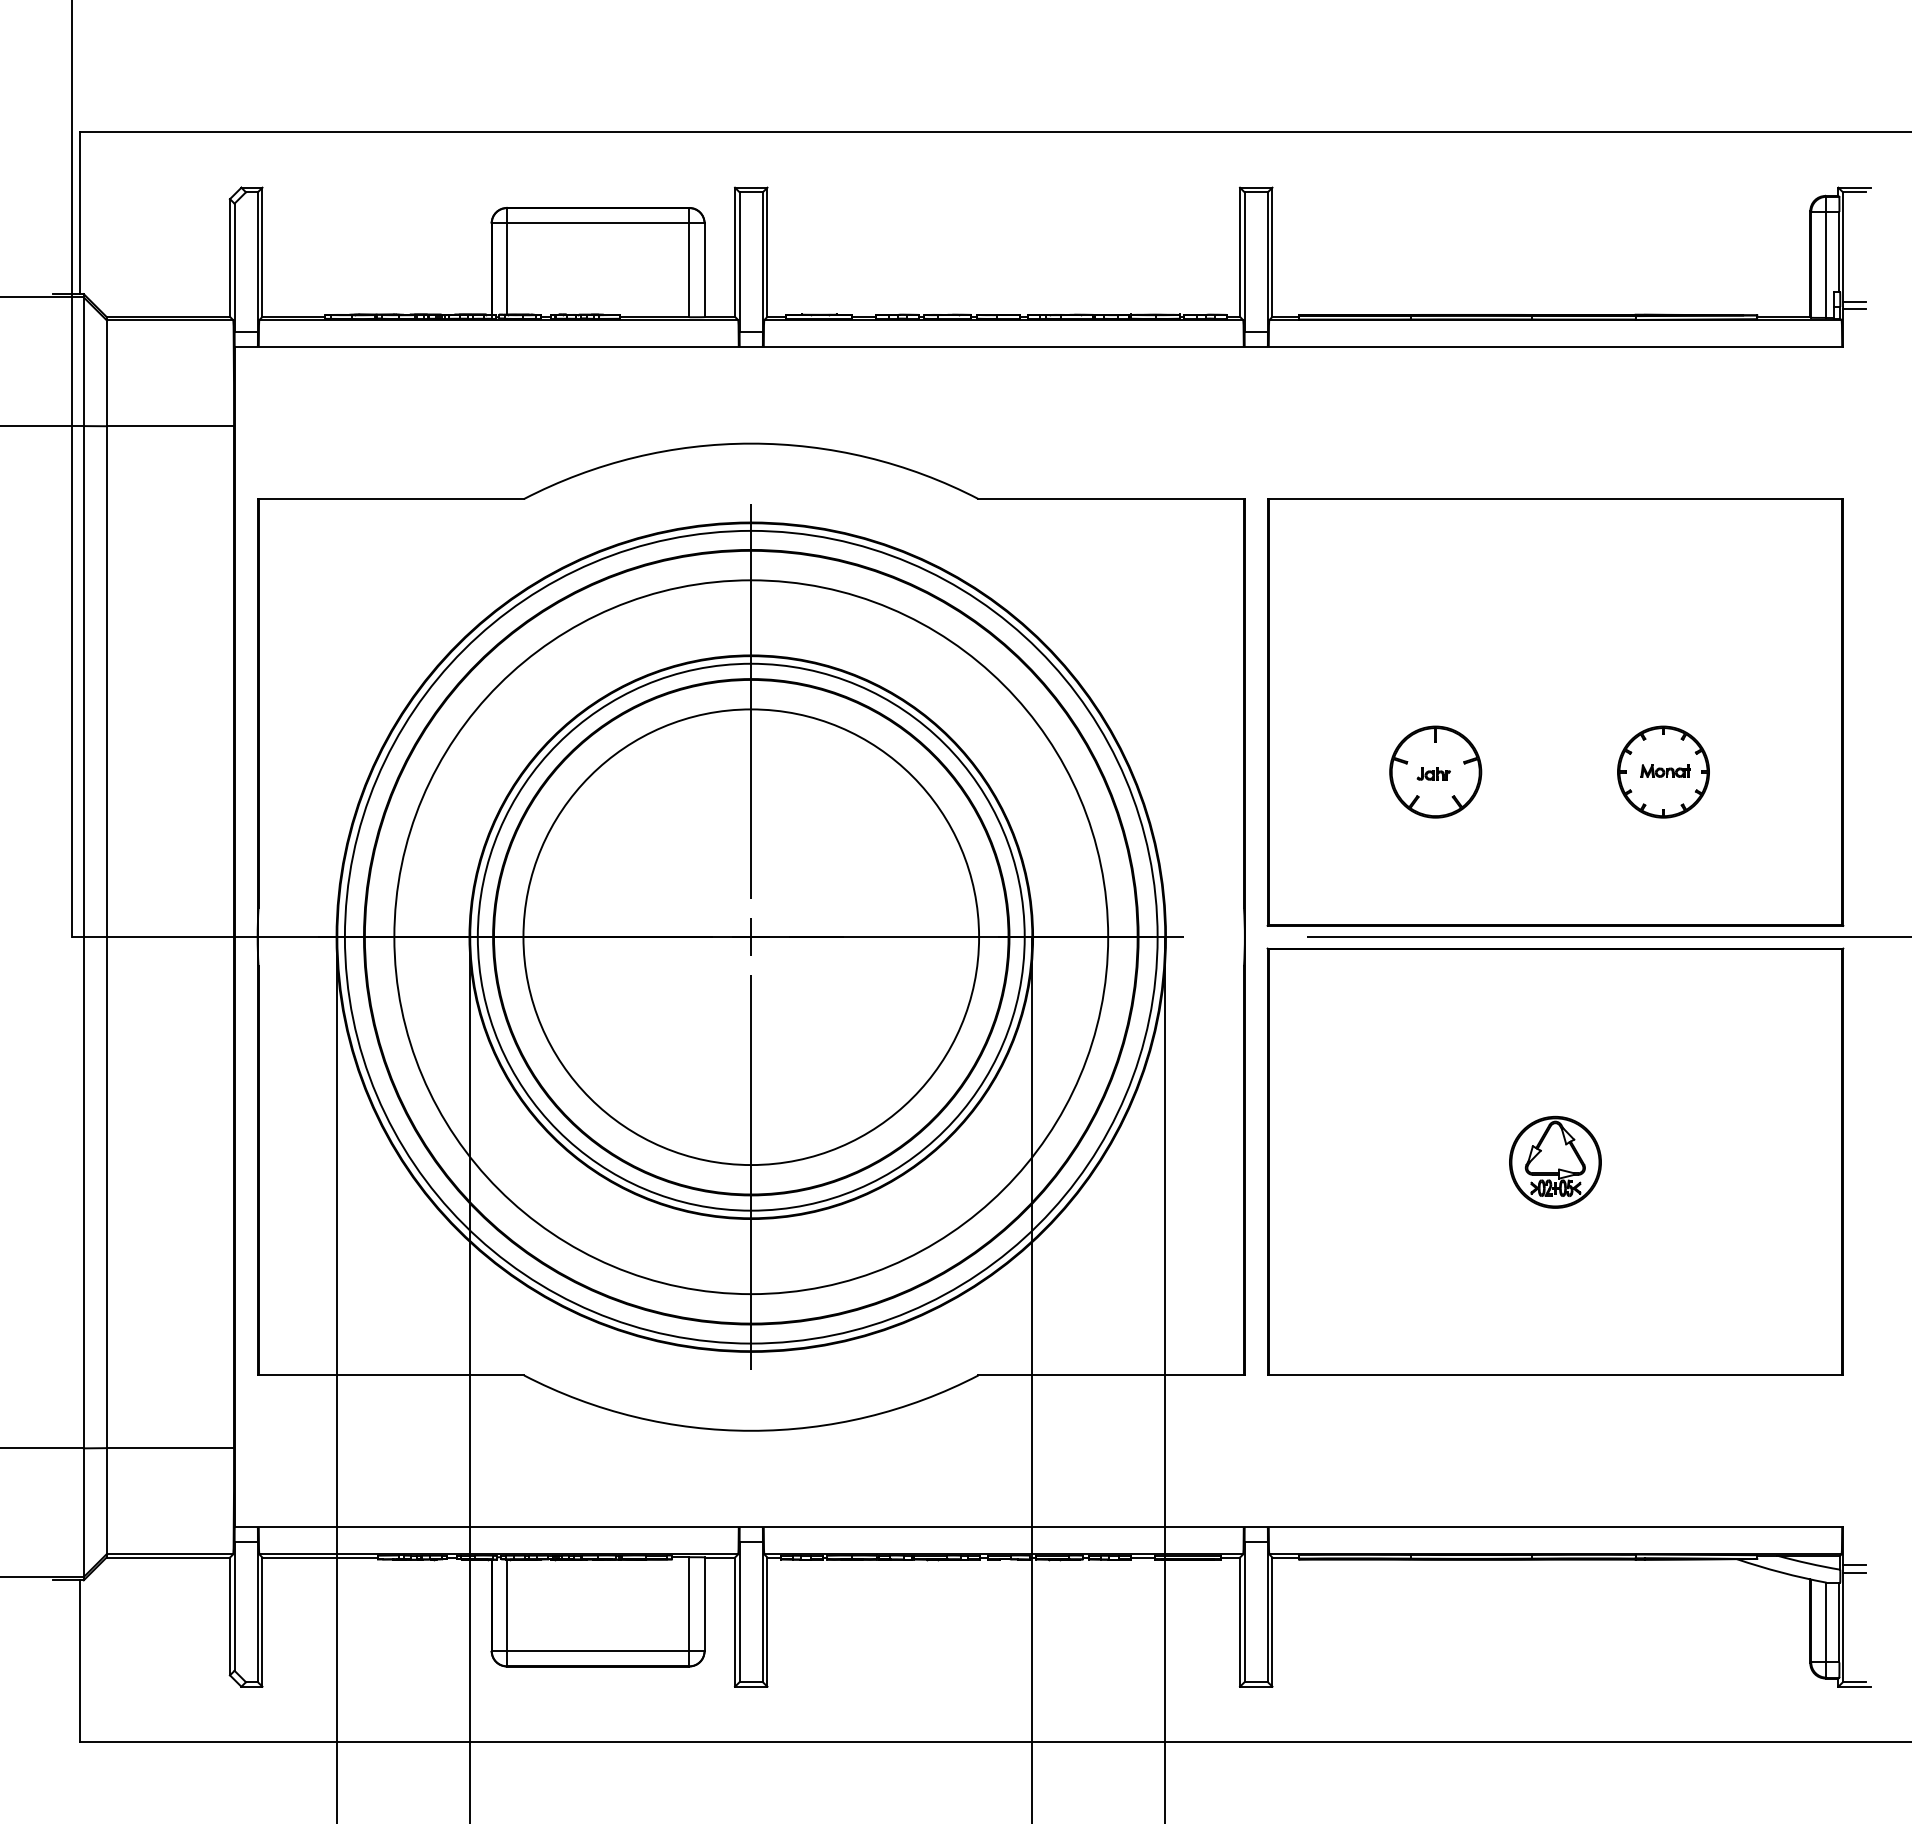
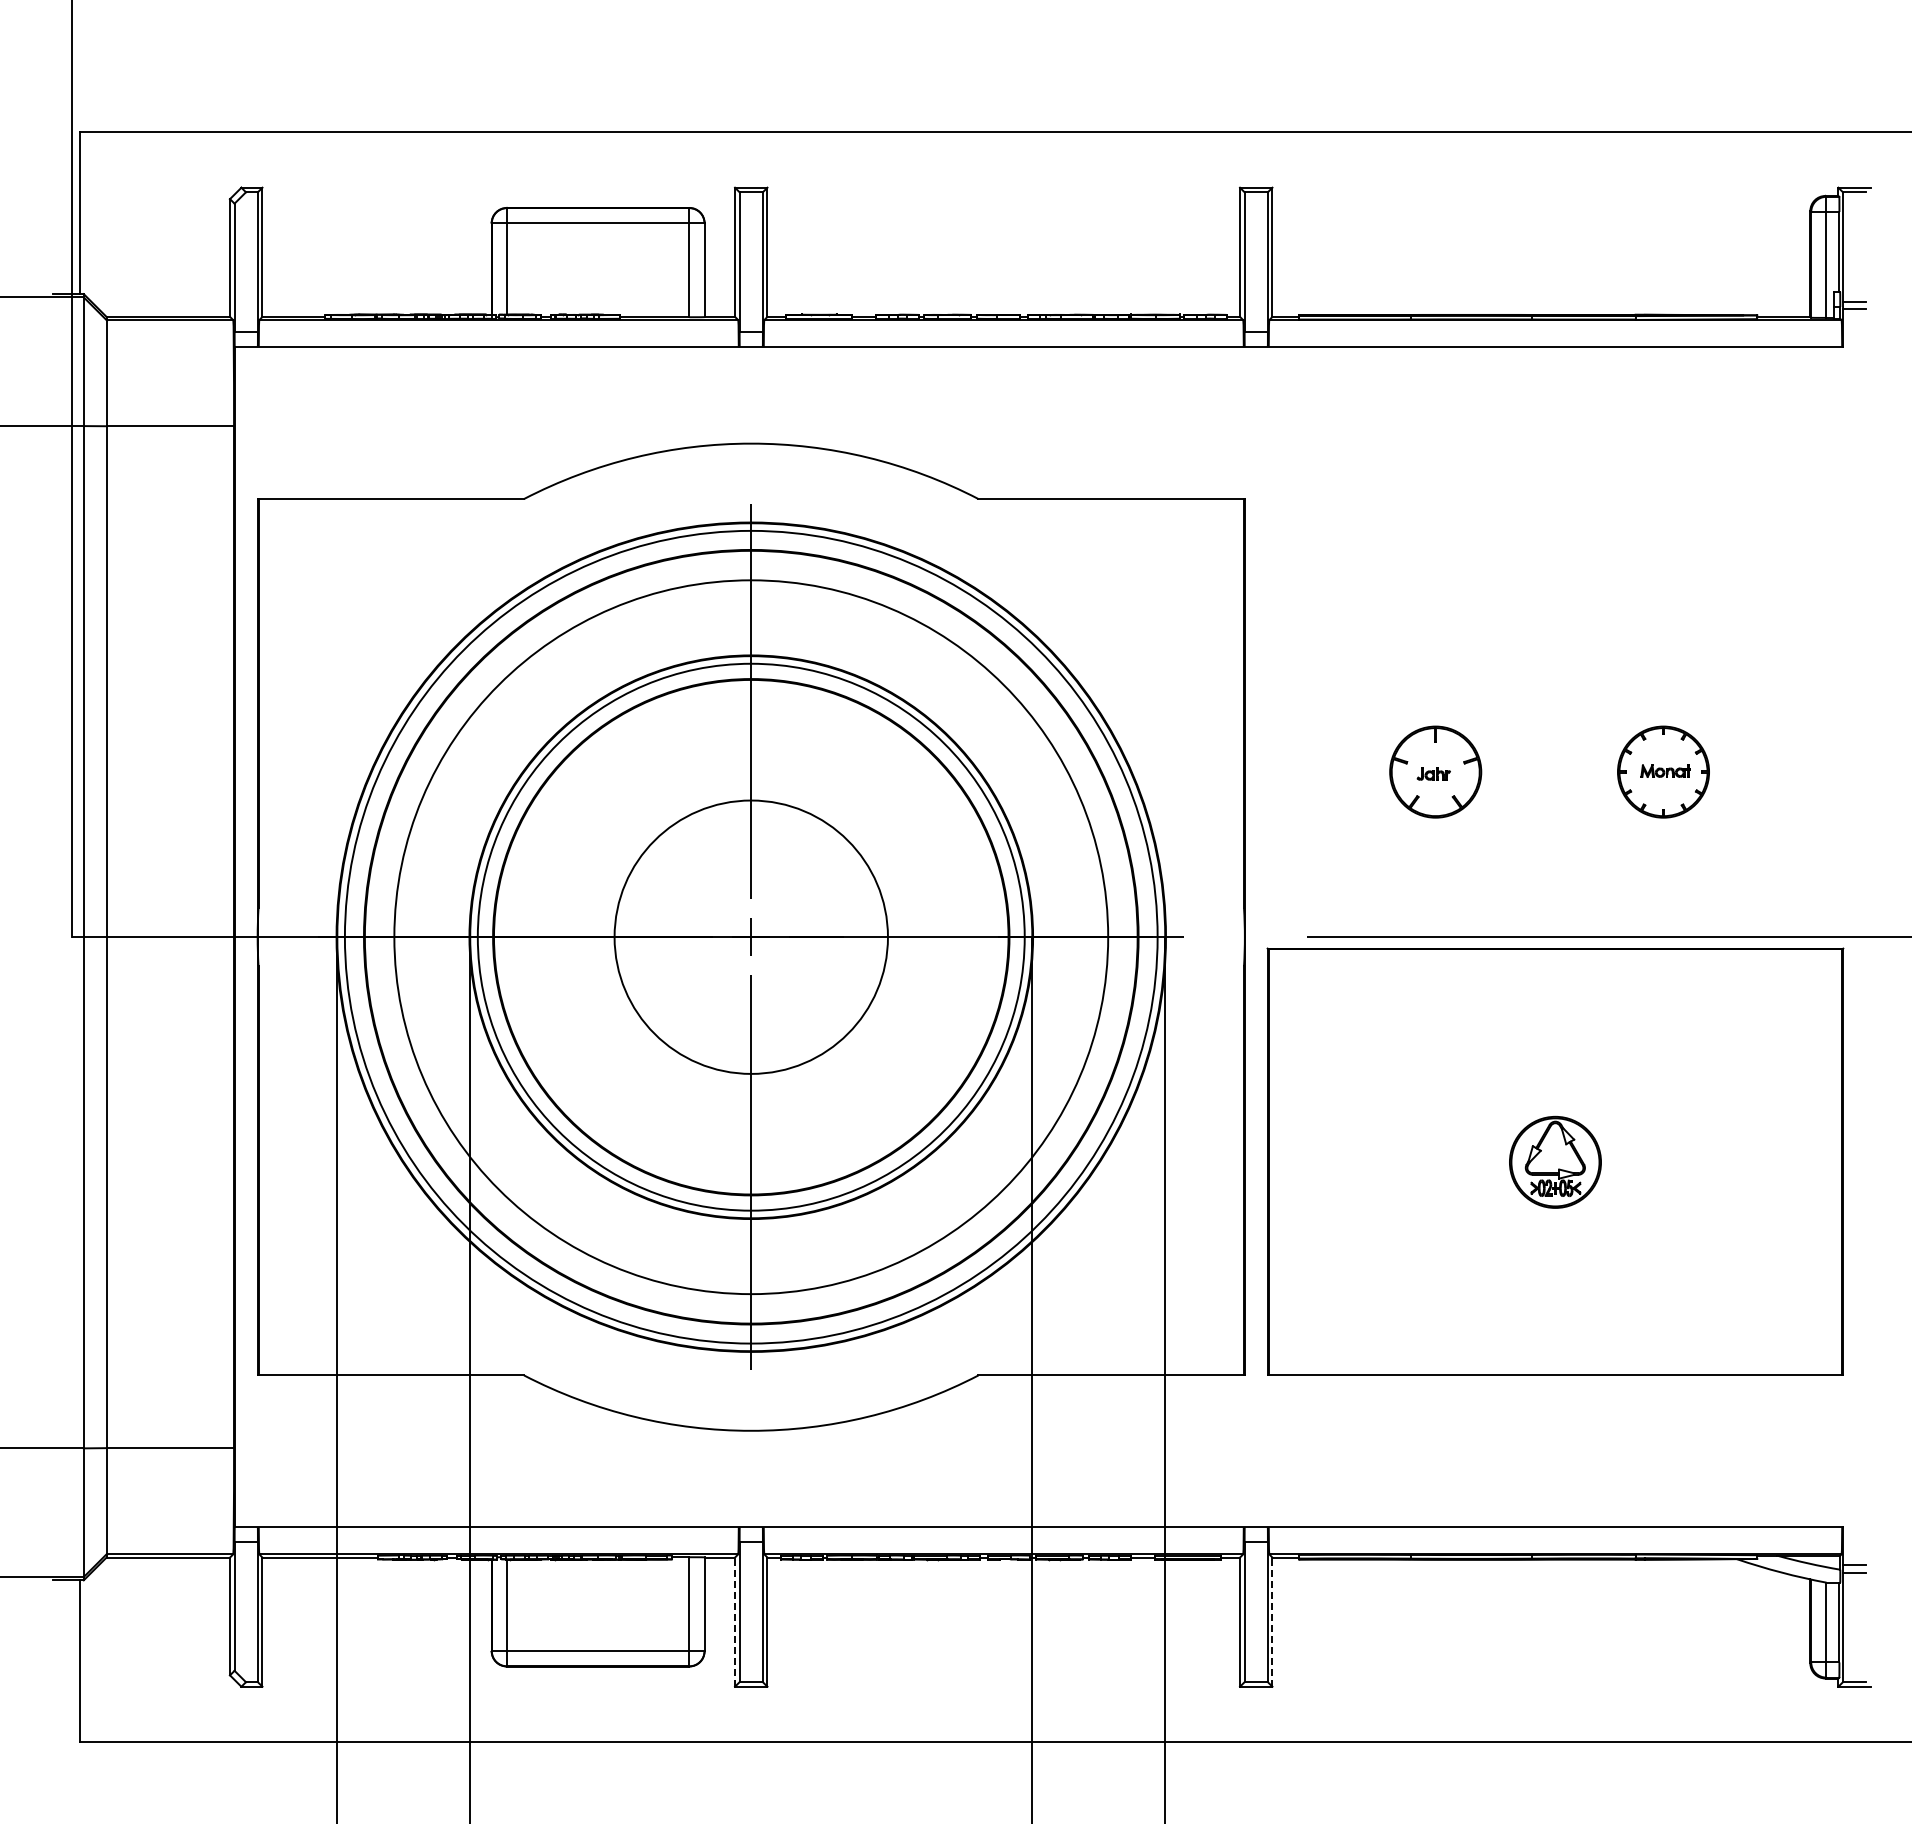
part at (1555, 712): present -> none
circle at (751, 937) diameter: 456 px -> 273 px
line at (735, 1622): solid -> dashed
line at (1272, 1622): solid -> dashed
